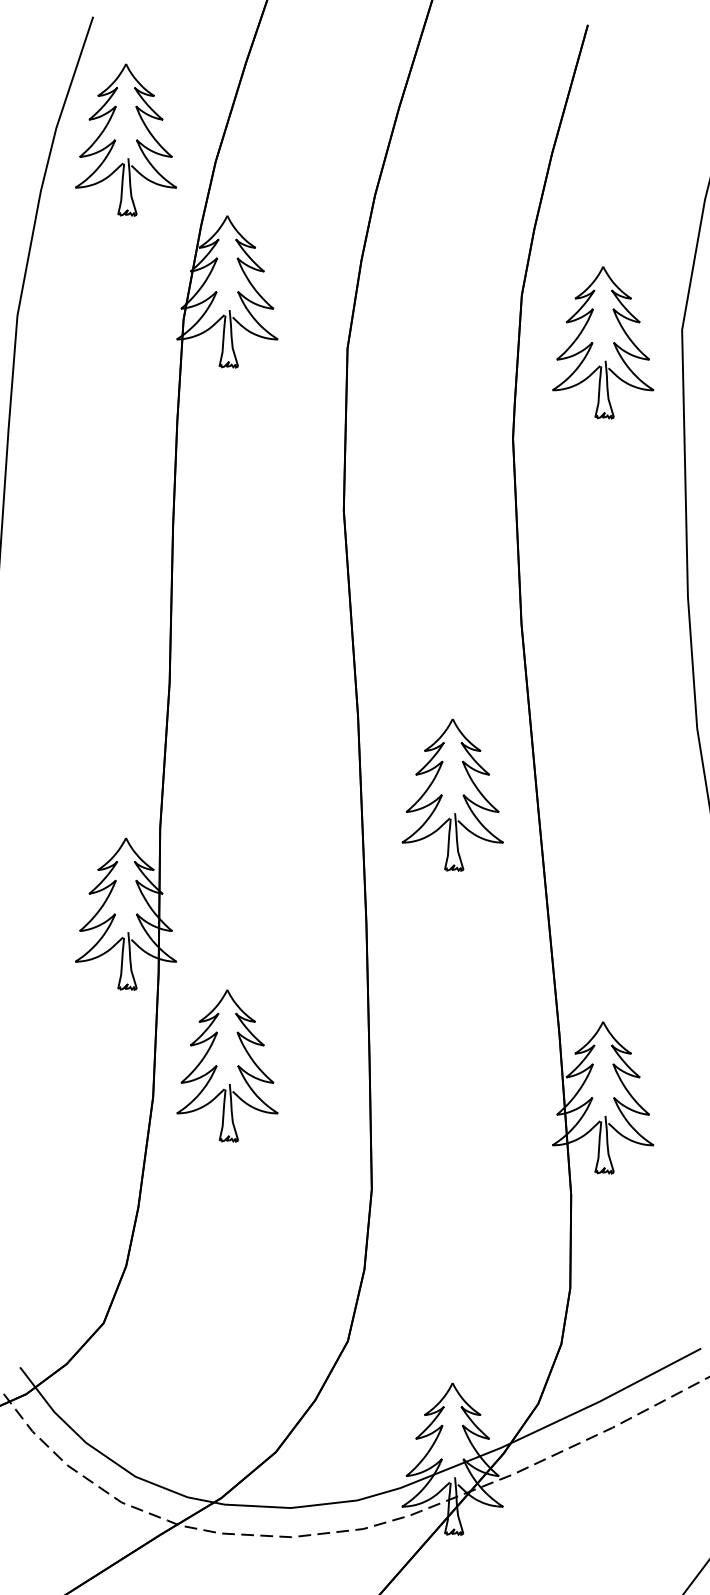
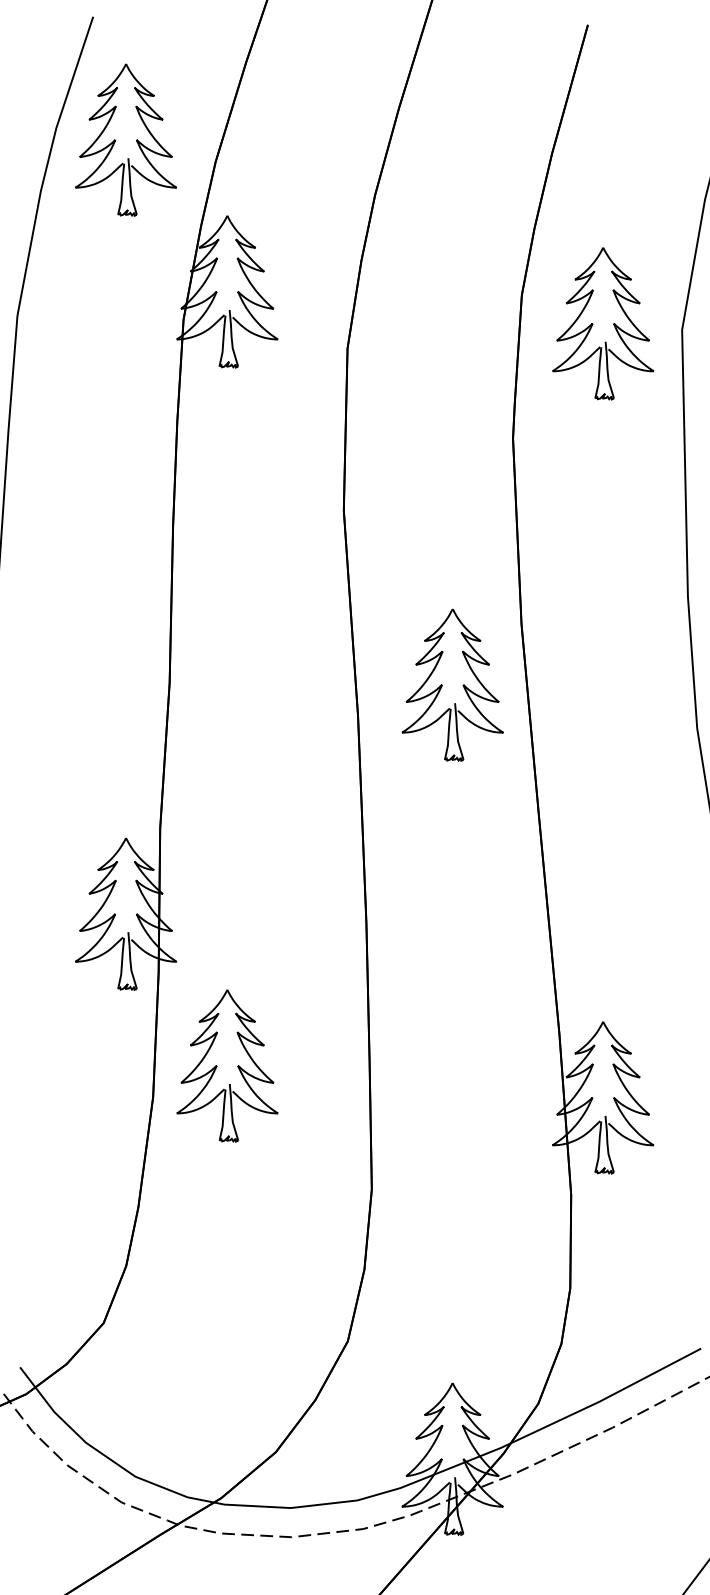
part at (603, 342) position: (603, 342) -> (603, 323)
part at (452, 794) position: (452, 794) -> (452, 684)
